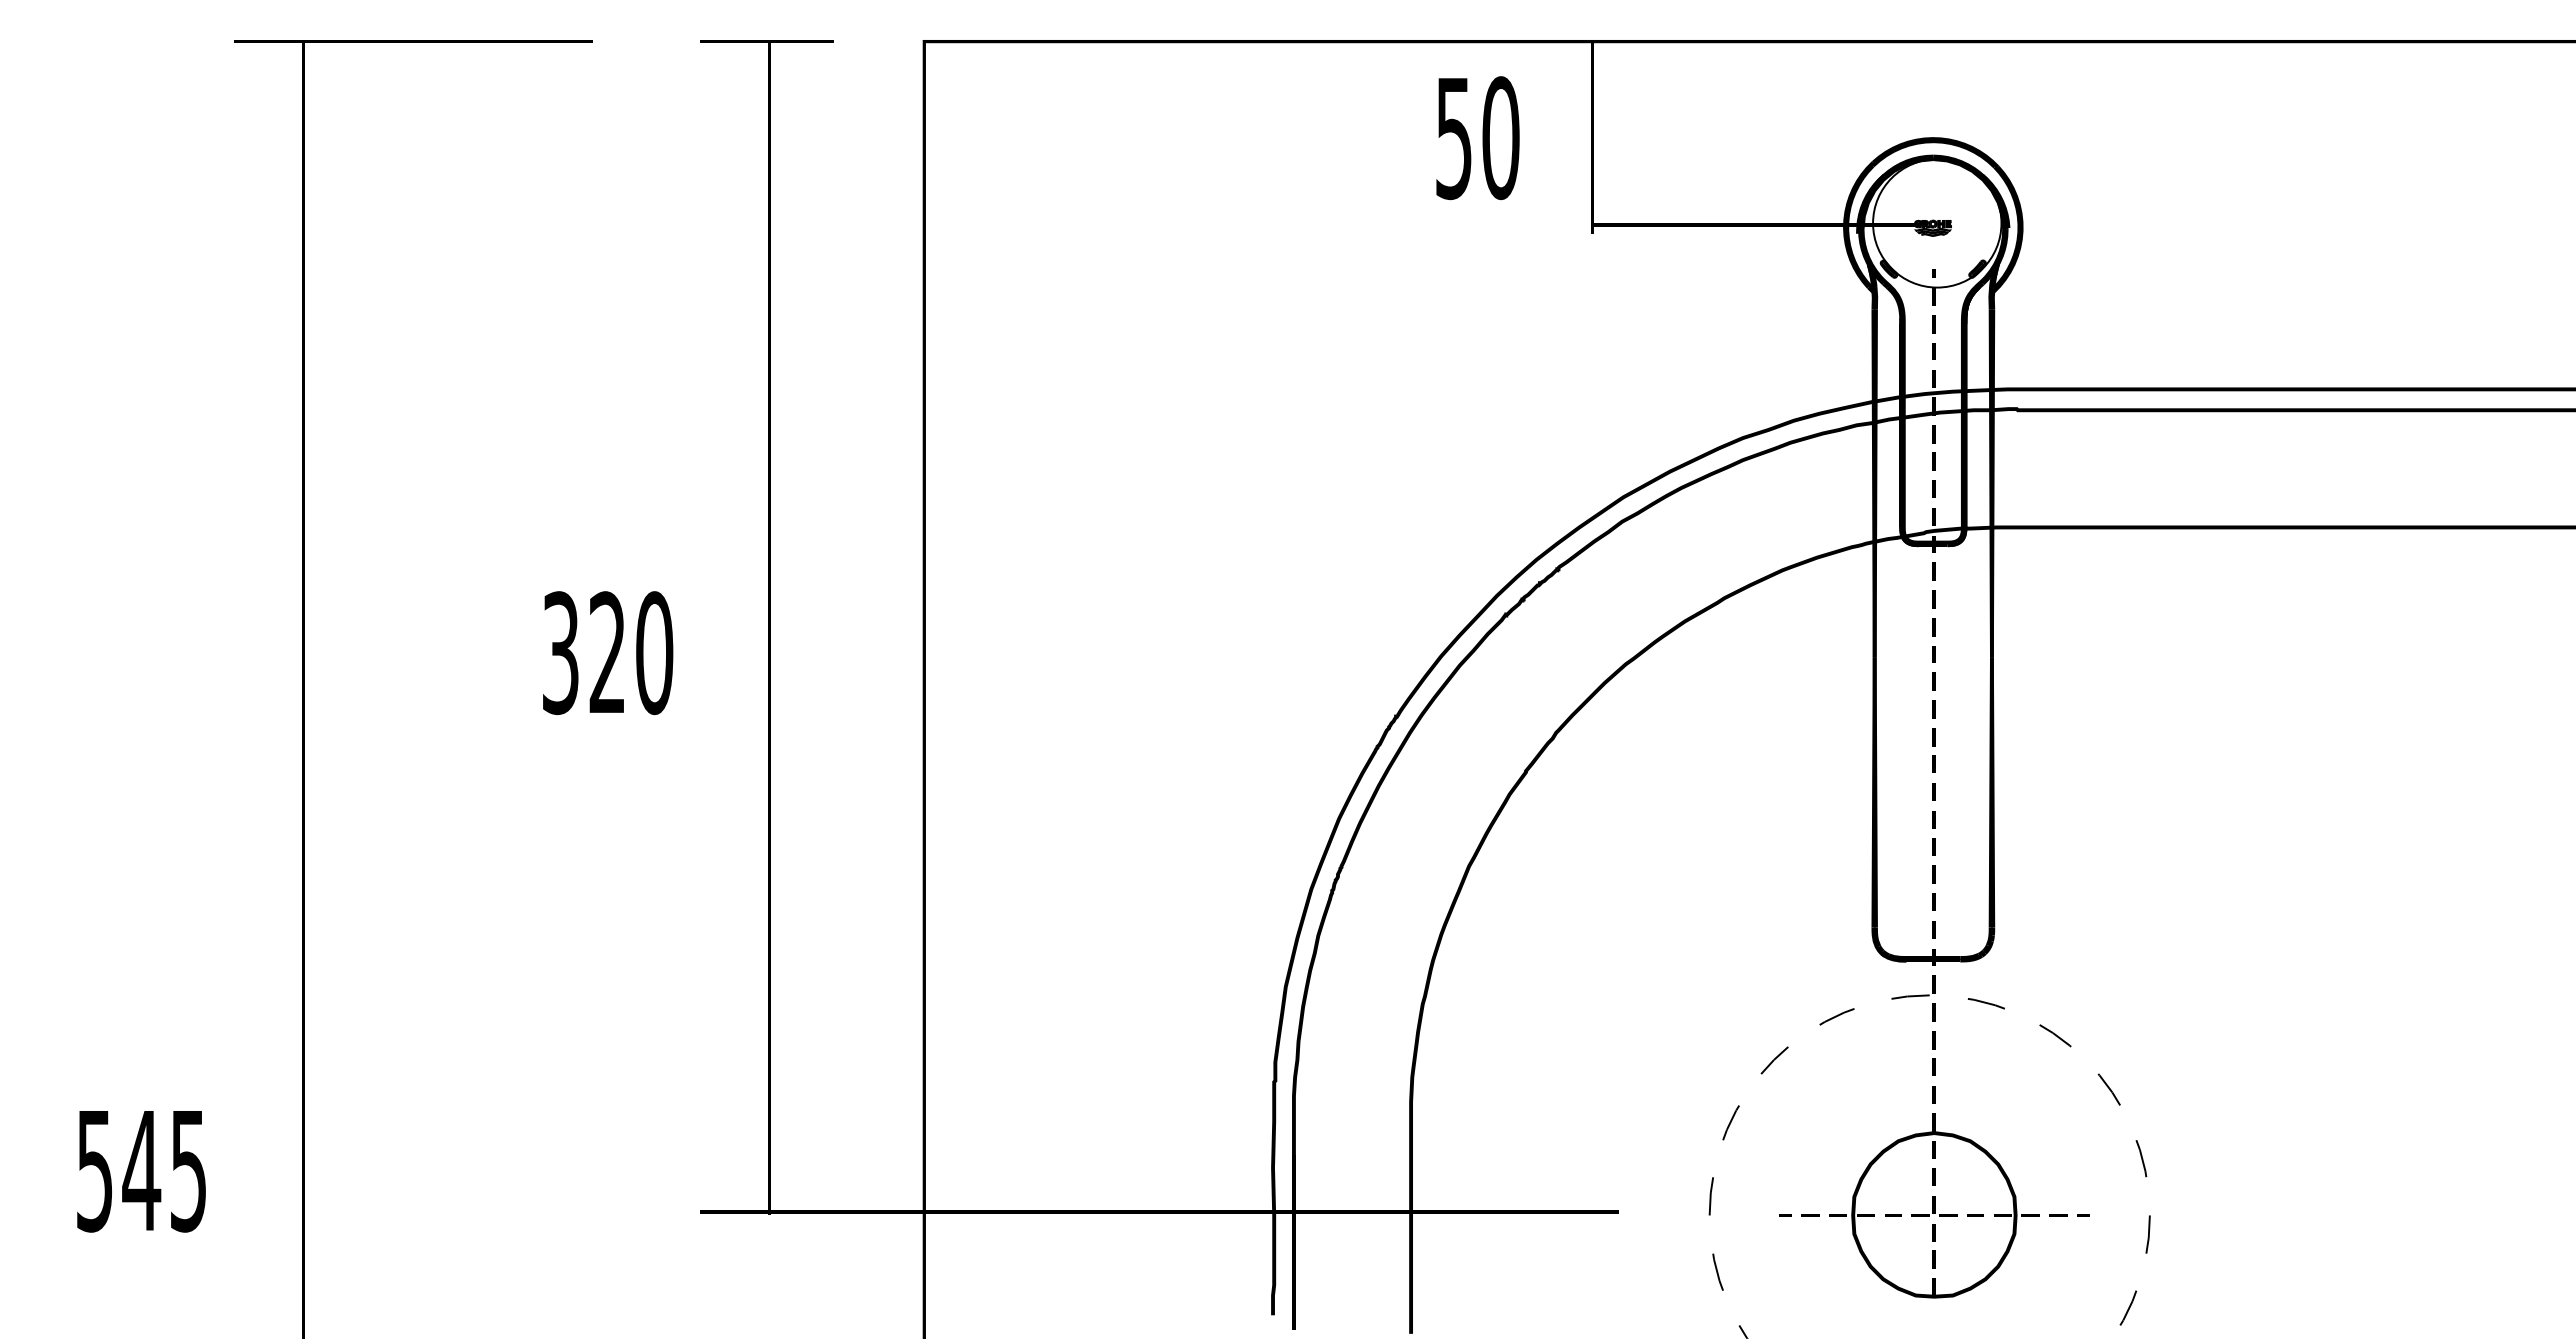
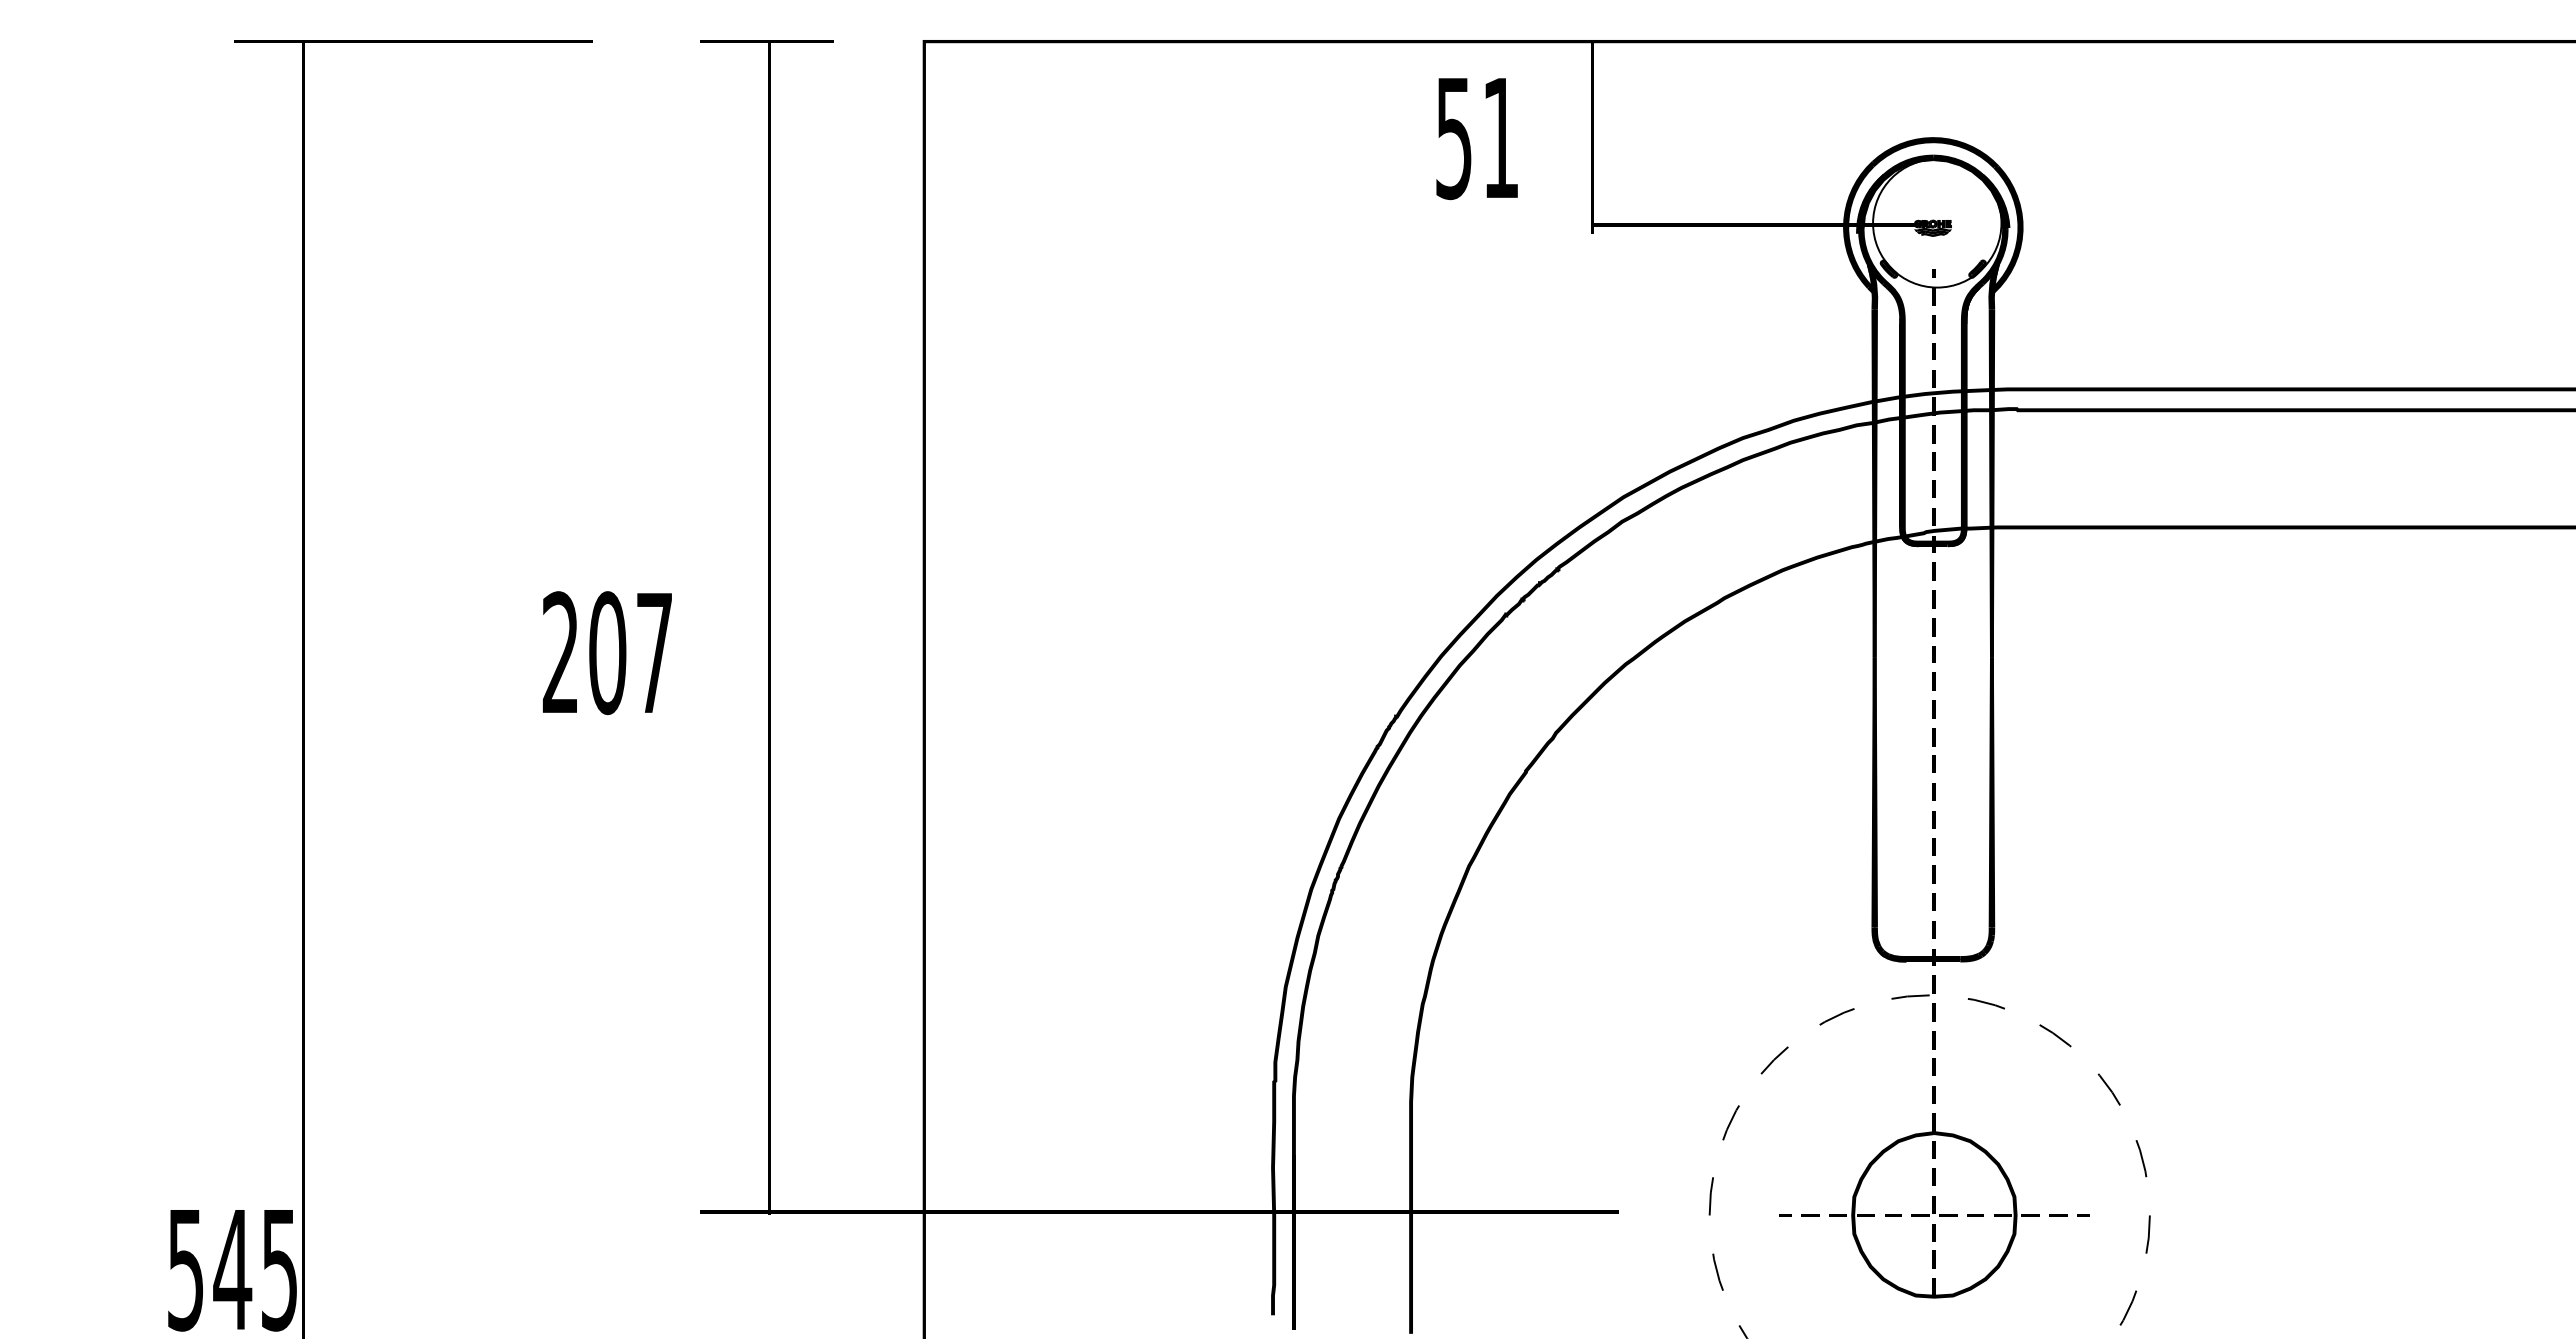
text at (1500, 138): 50 -> 51
text at (607, 653): 320 -> 207
text at (141, 1171) position: (141, 1171) -> (232, 1270)
